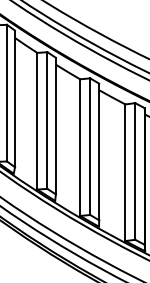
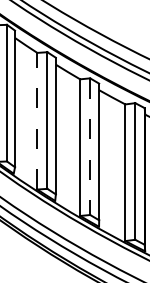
line at (37, 120): solid -> dashed
line at (90, 147): solid -> dashed
